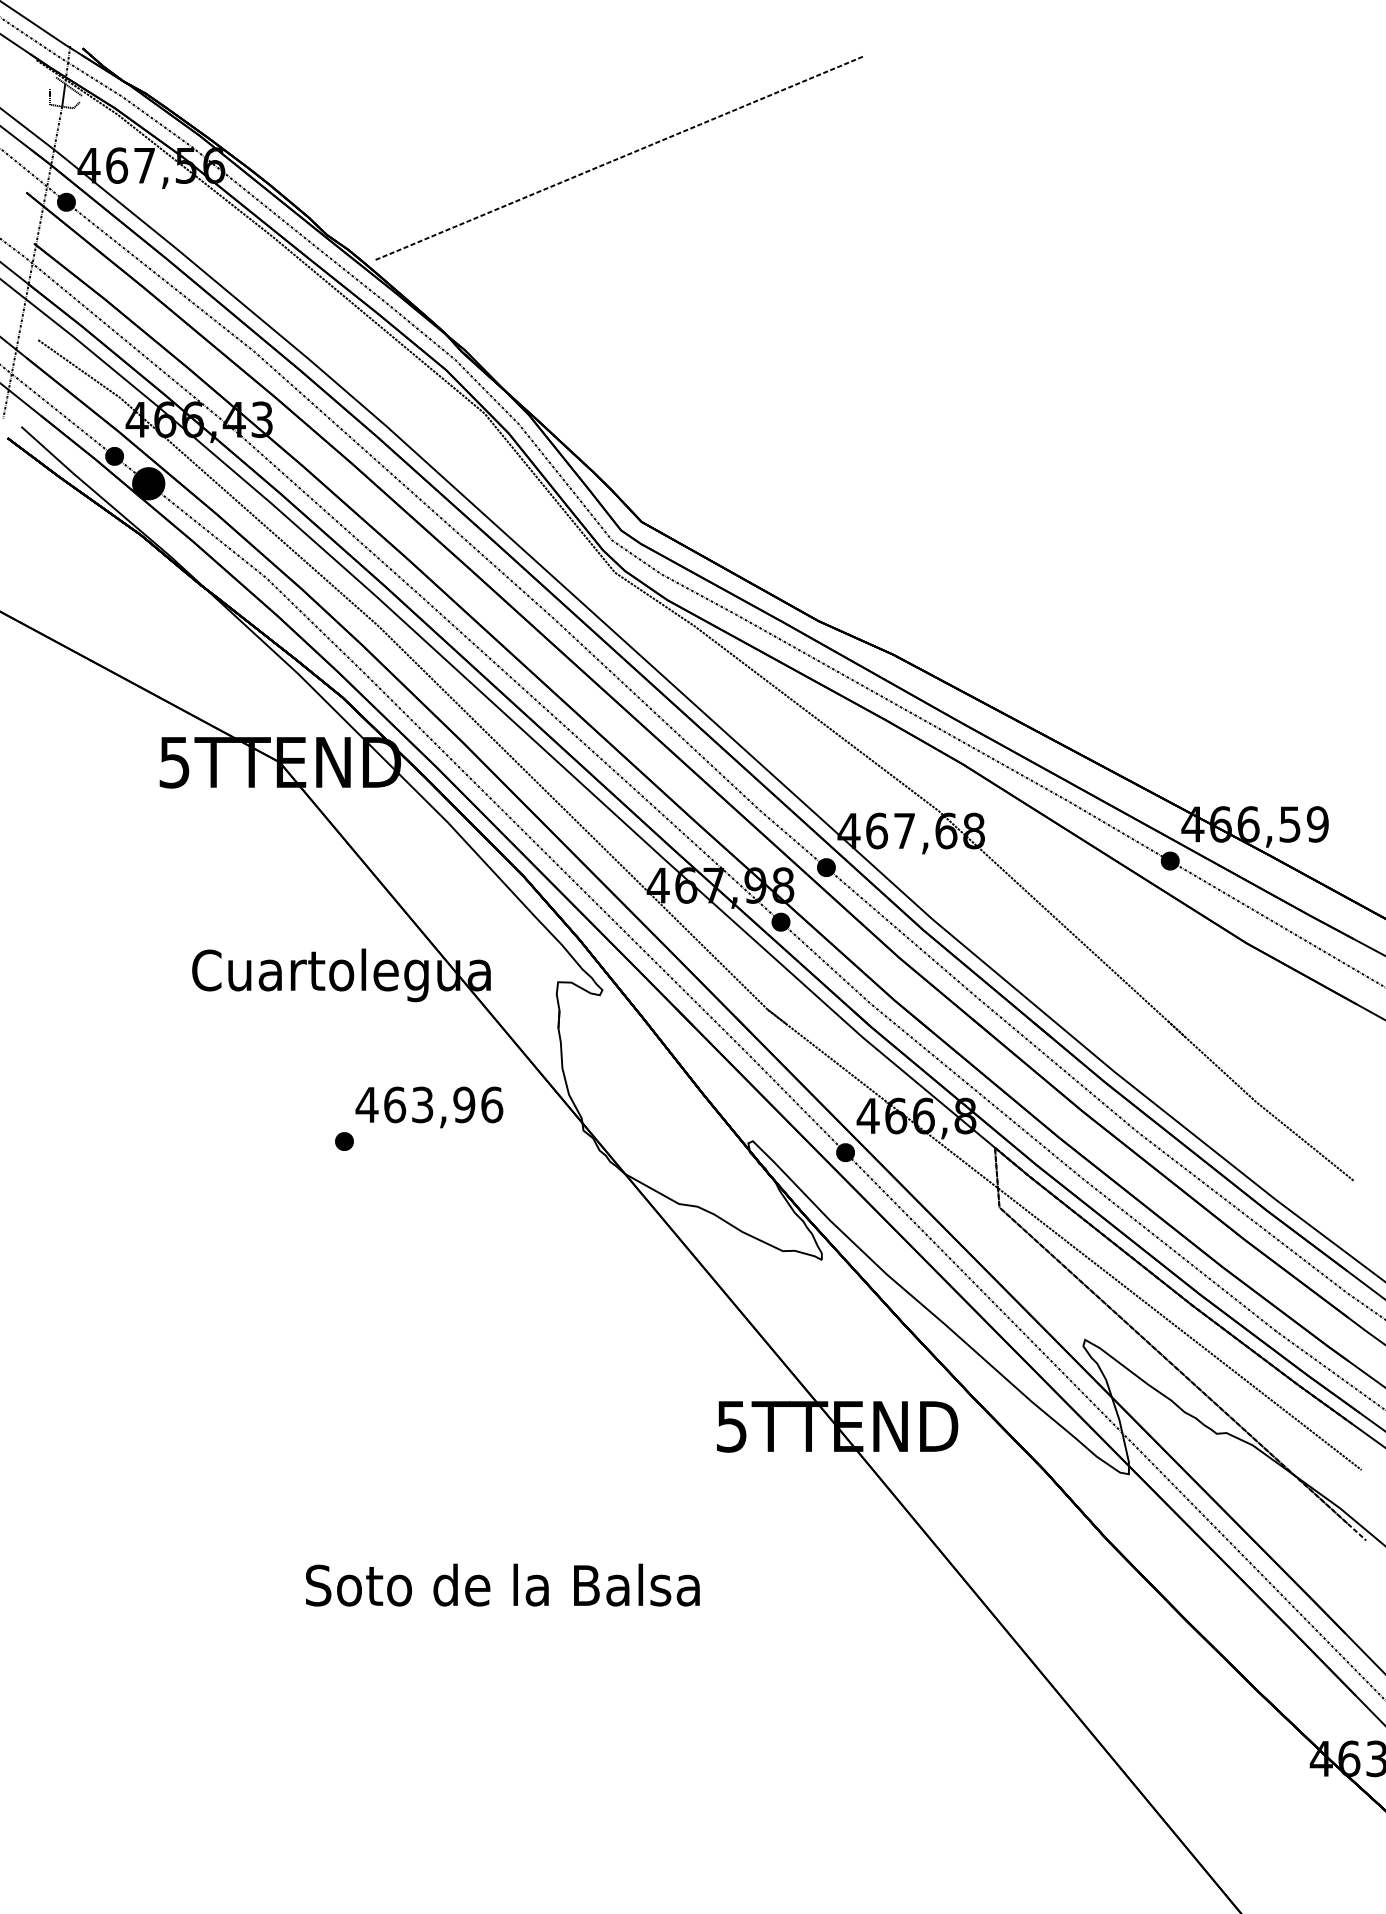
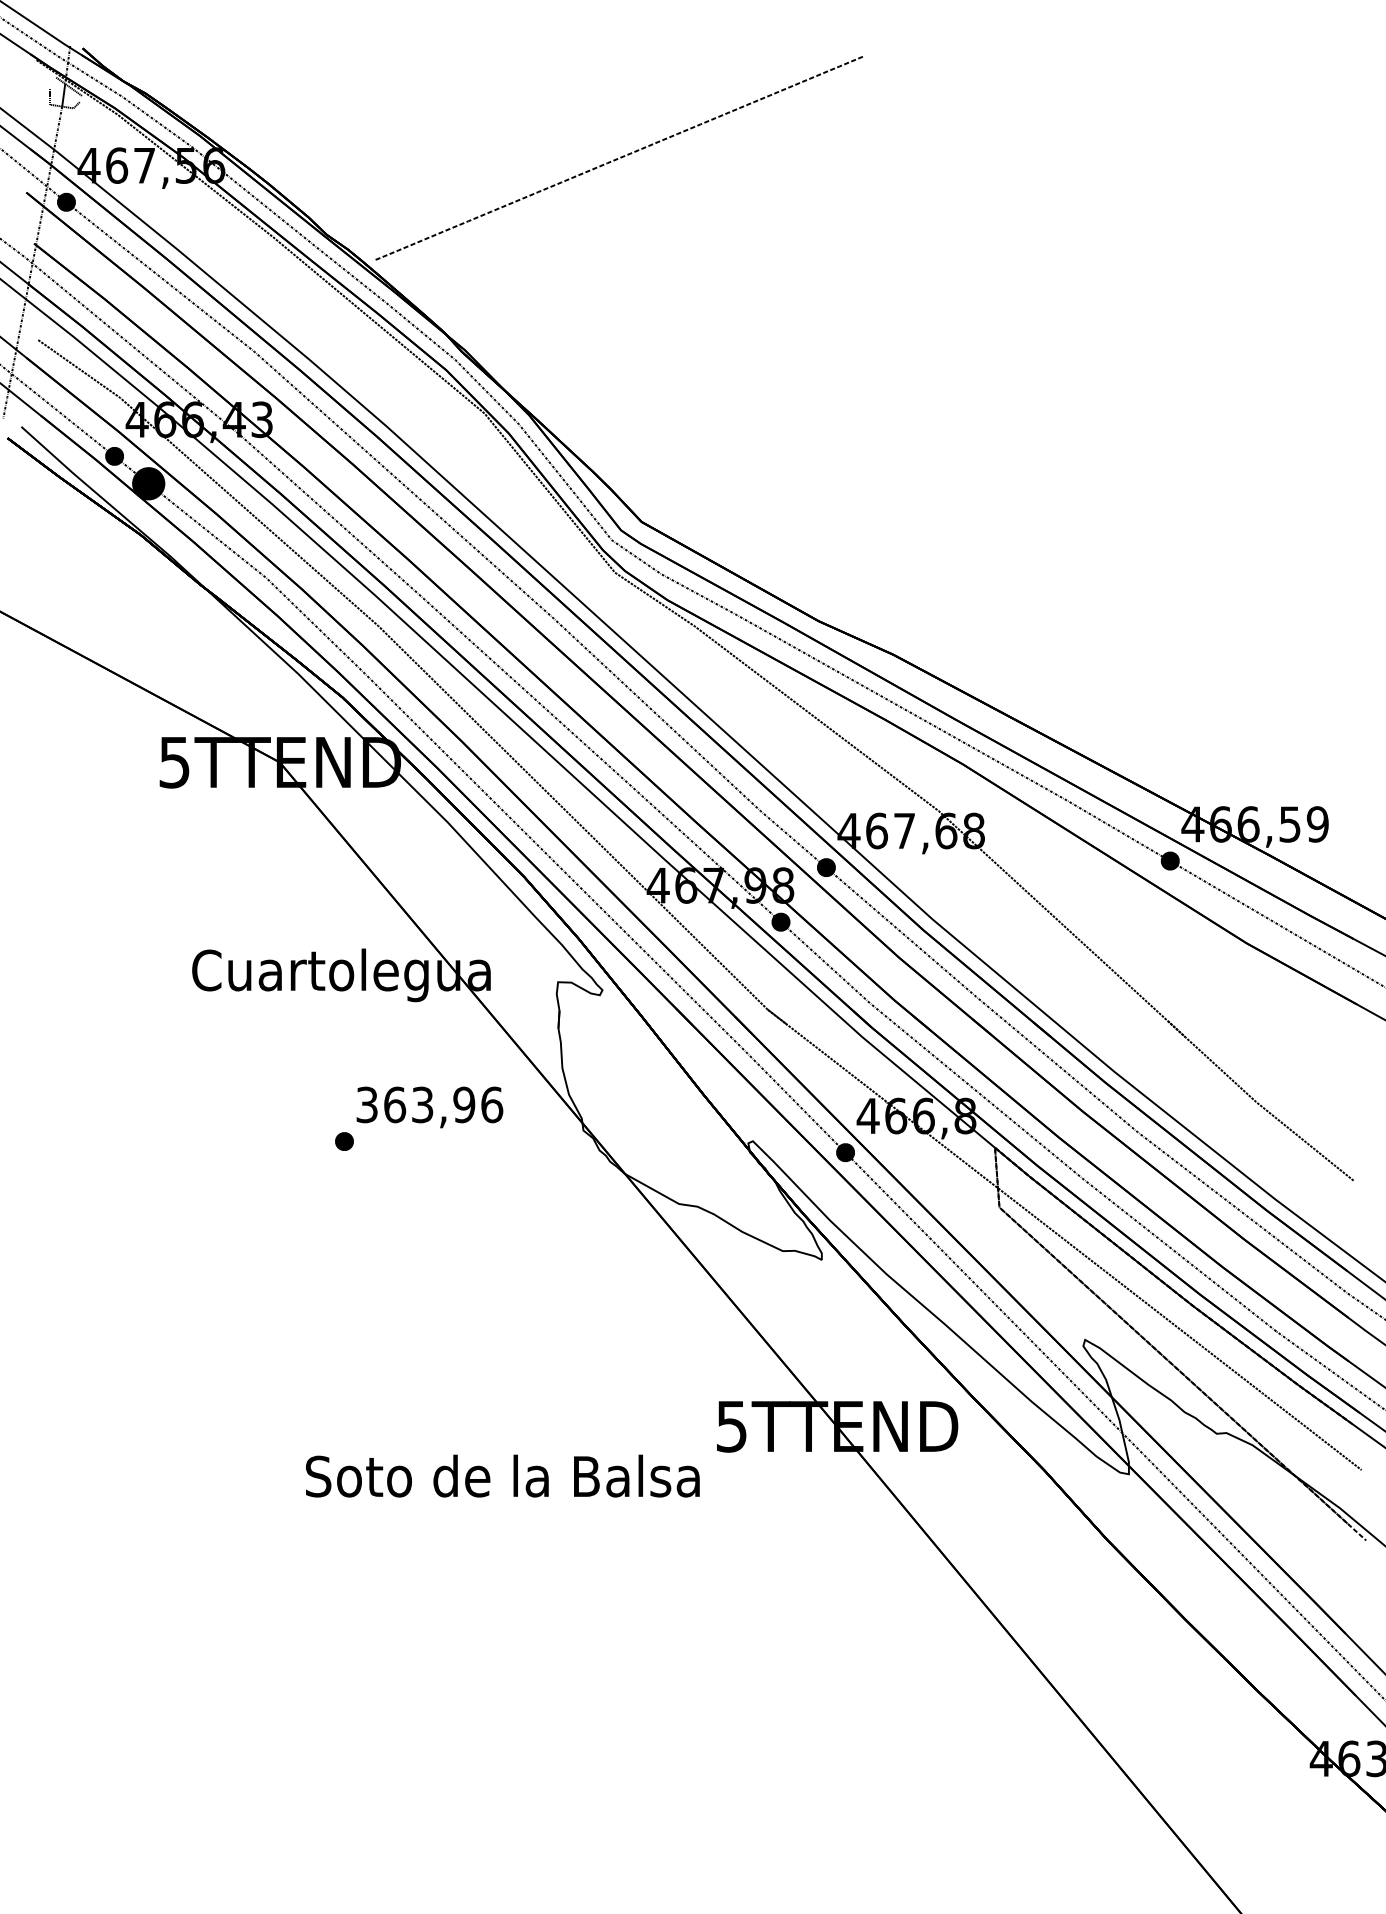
text at (366, 1104): 463,96 -> 363,96
text at (502, 1584) position: (502, 1584) -> (502, 1475)
